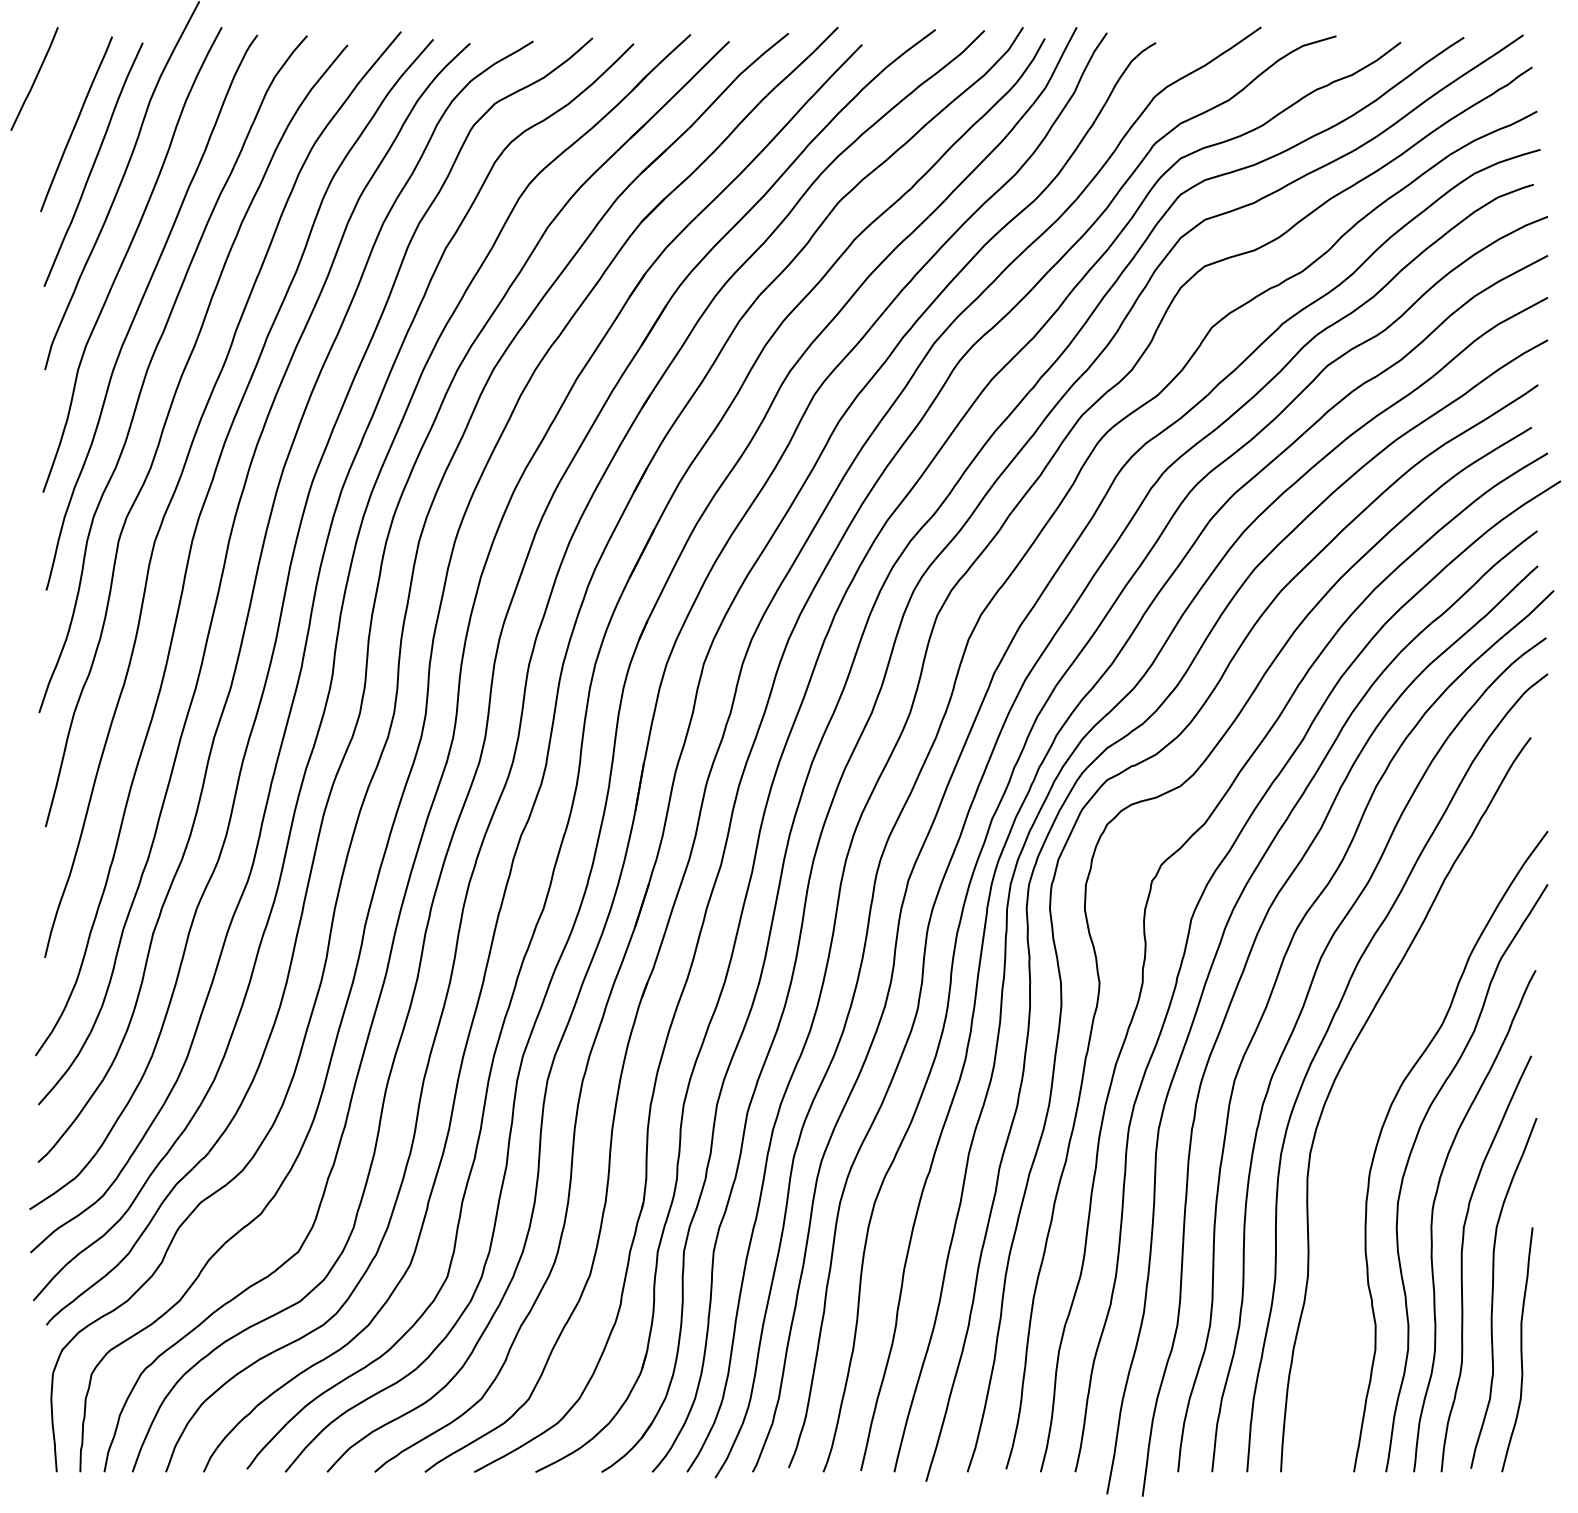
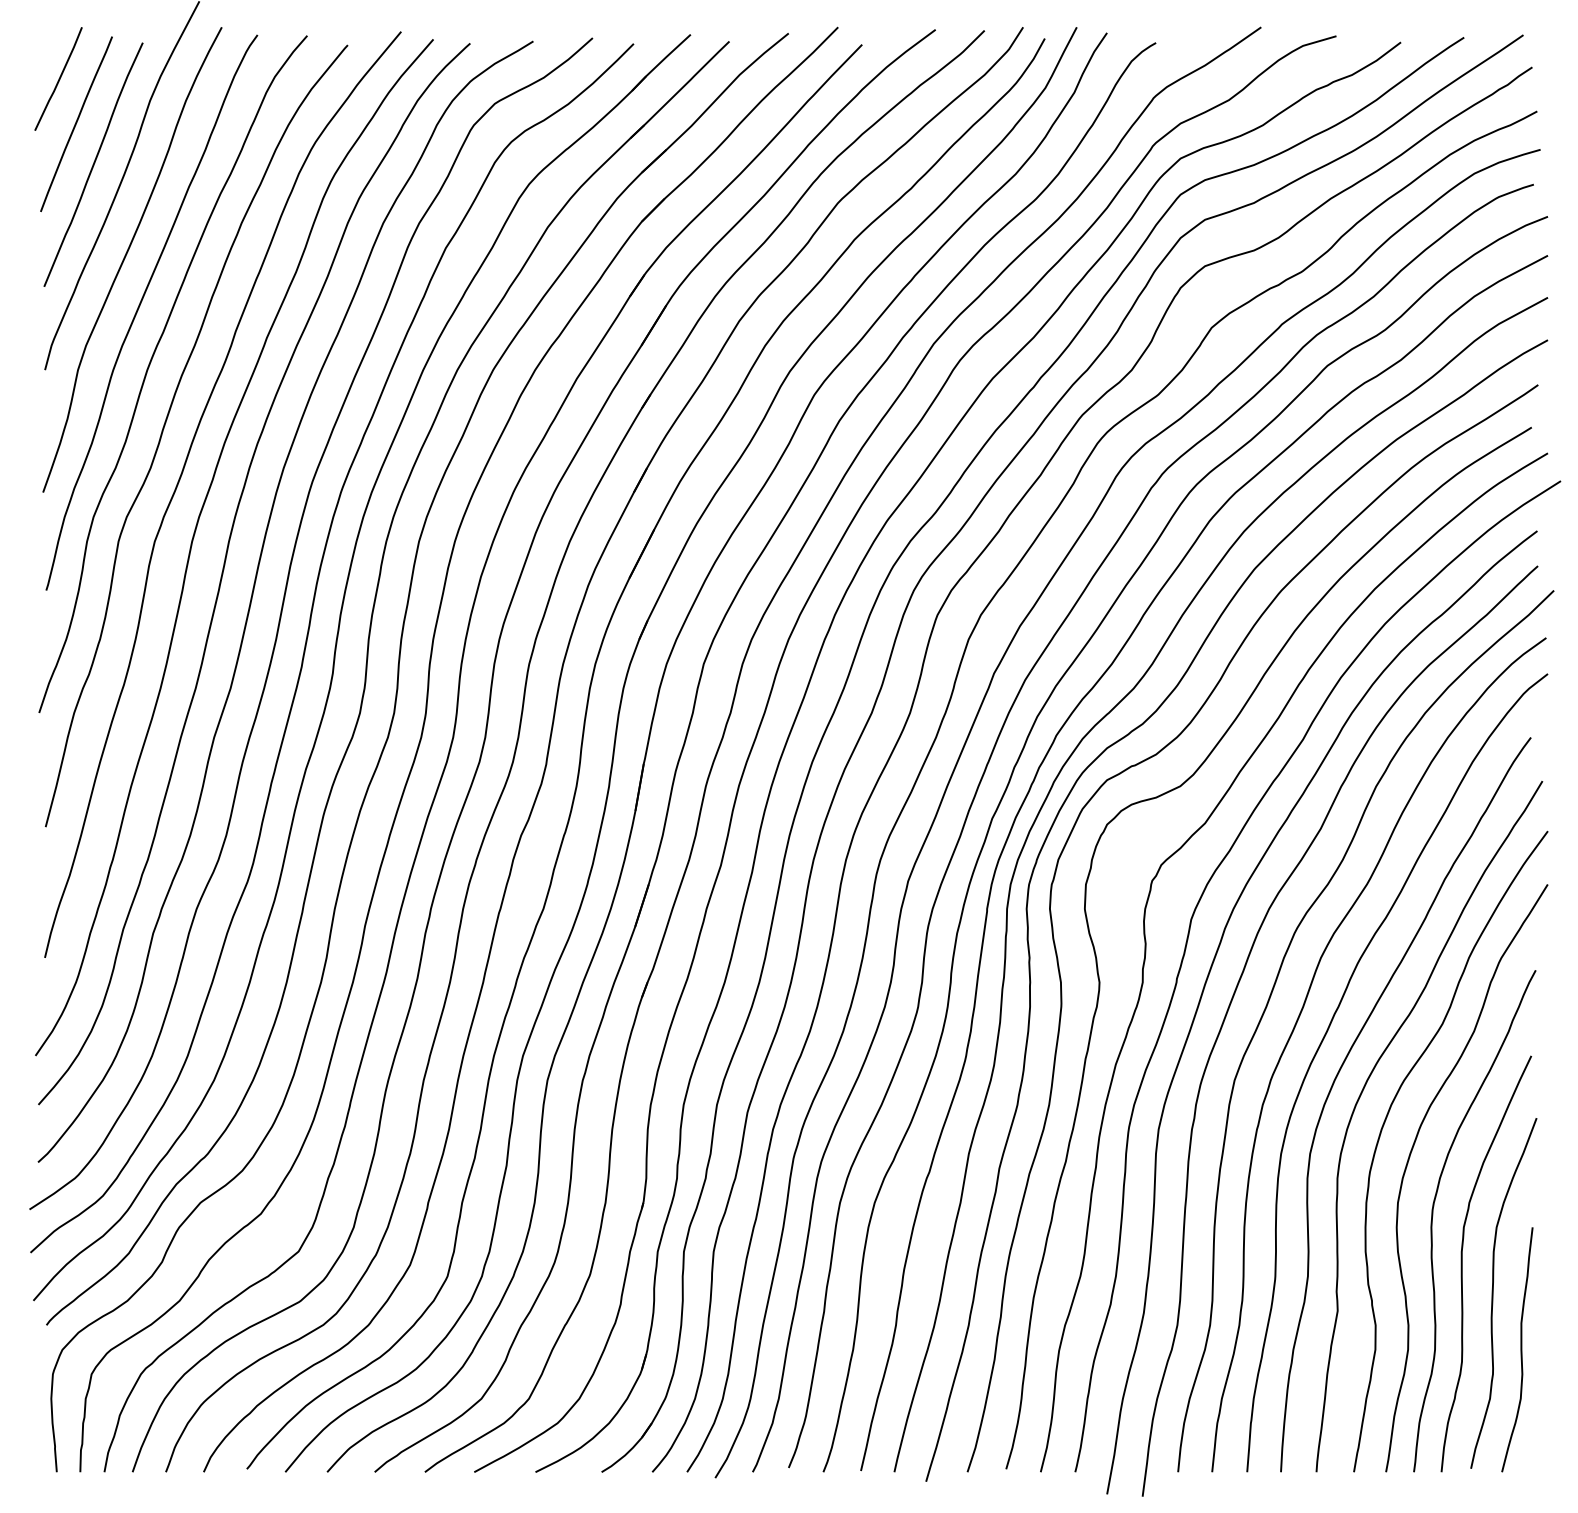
line at (34, 78) position: (34, 78) -> (58, 78)
curve at (1362, 1093): none -> present
